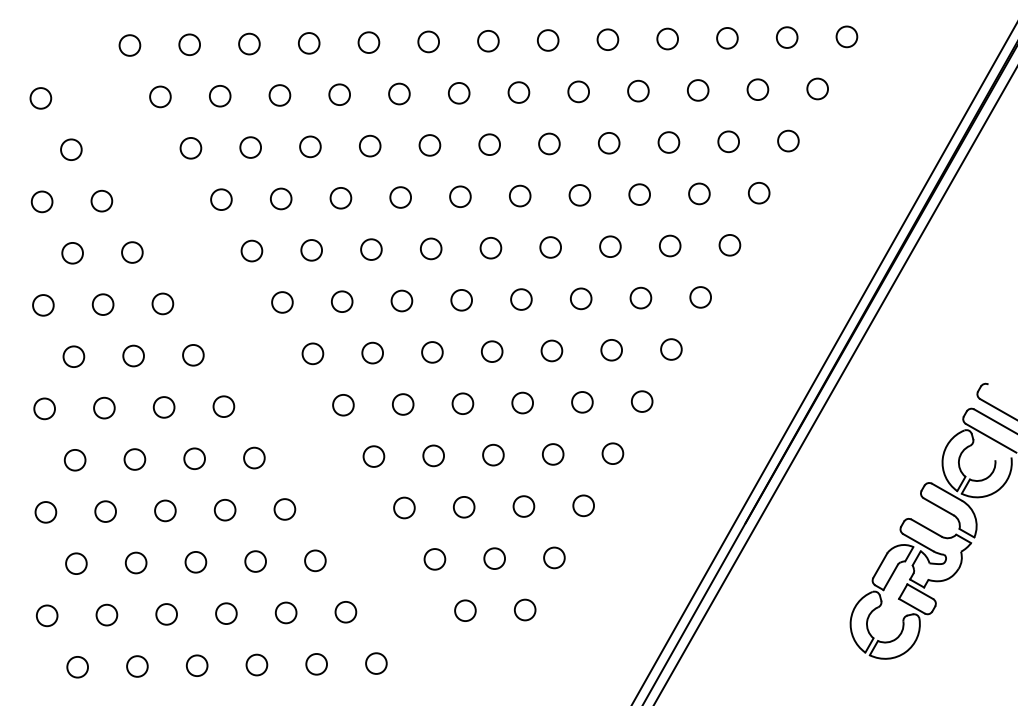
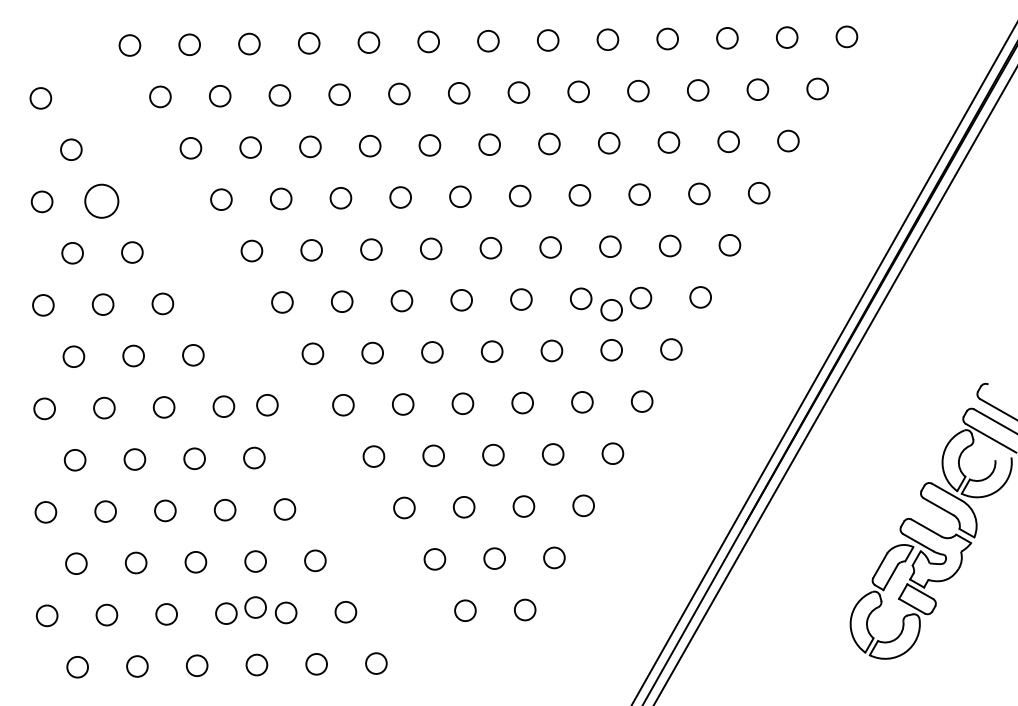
circle at (101, 200) size: 24x24 px -> 36x36 px
circle at (611, 310): none -> present
circle at (267, 405): none -> present
circle at (255, 607): none -> present
